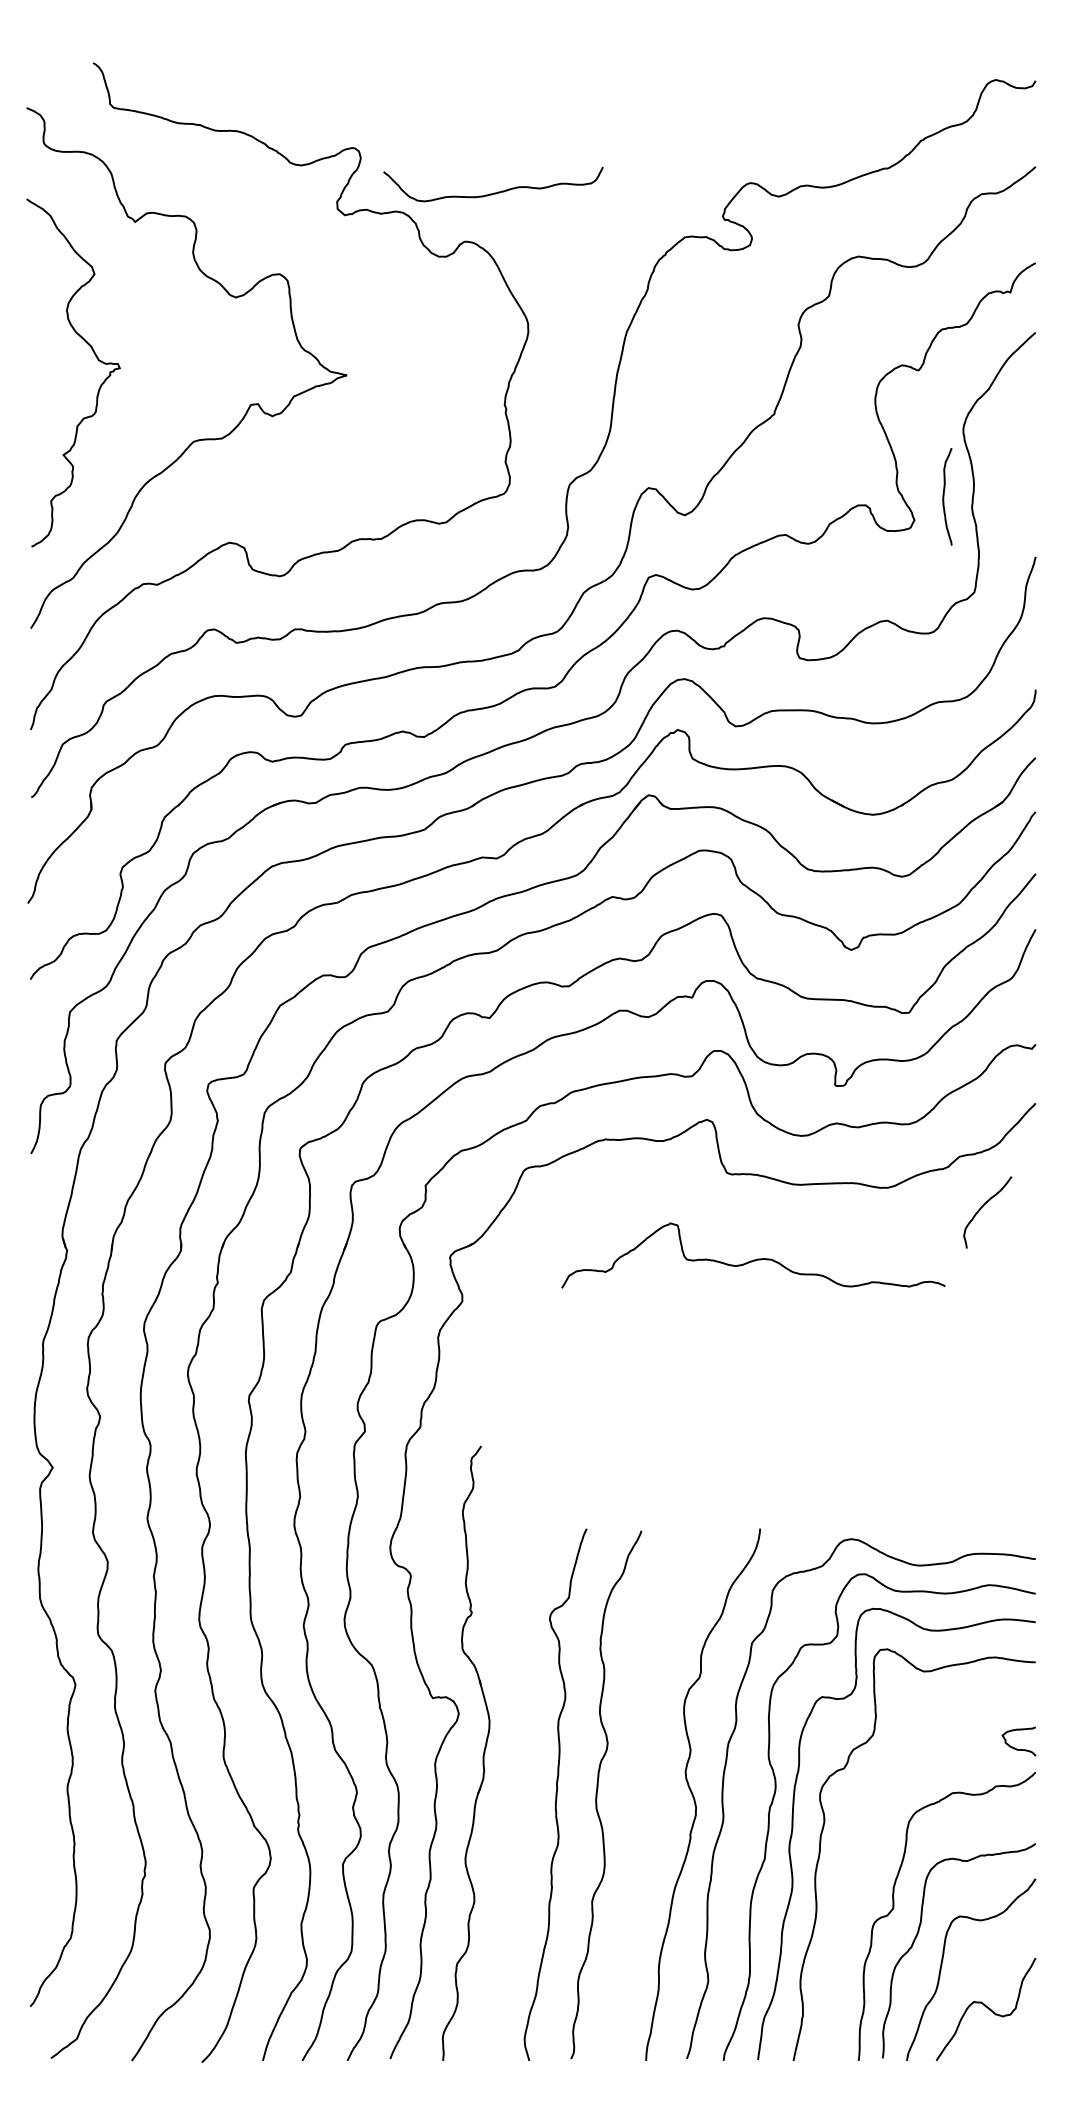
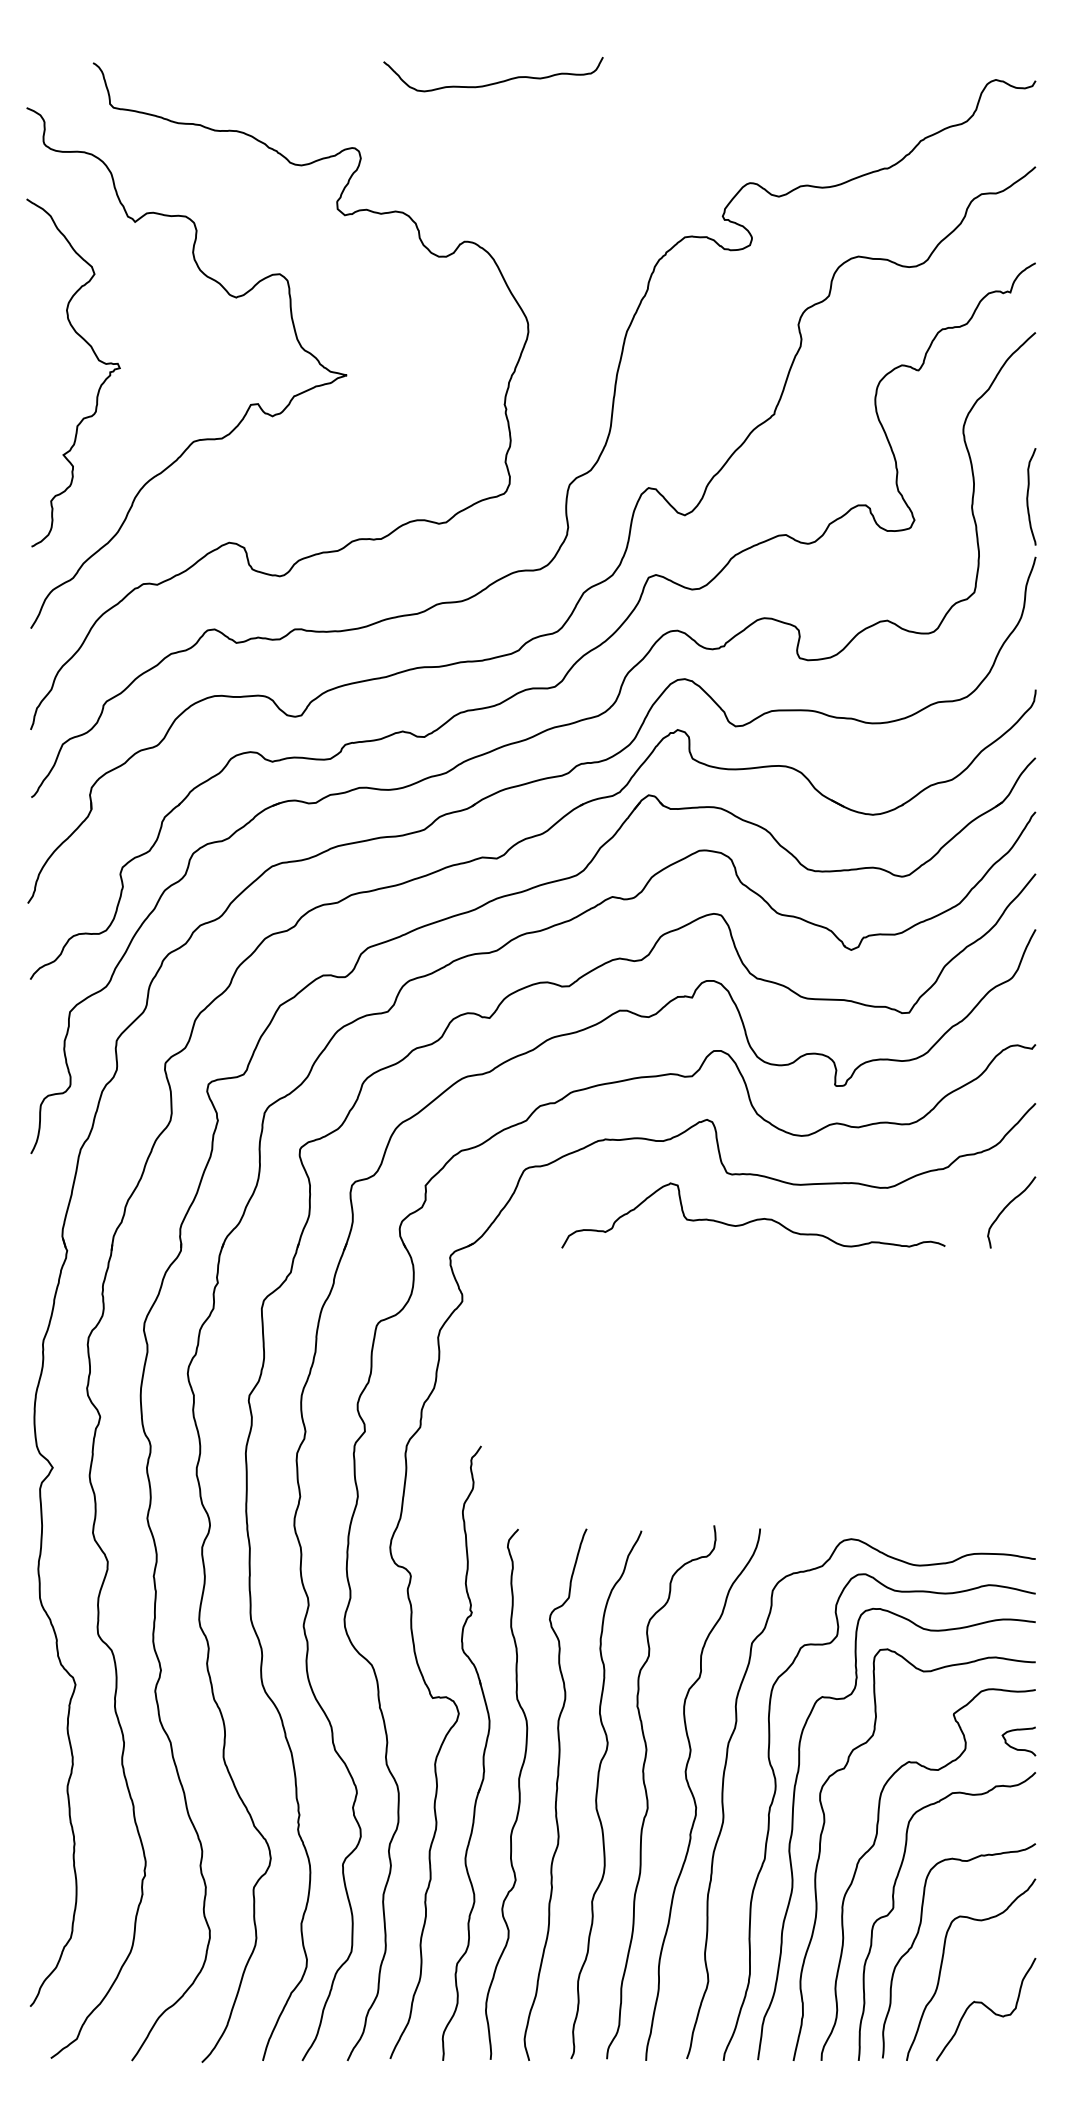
curve at (494, 192) position: (494, 192) -> (494, 82)
curve at (944, 496) position: (944, 496) -> (1028, 496)
curve at (982, 1207) position: (982, 1207) -> (1006, 1207)
curve at (753, 1259) position: (753, 1259) -> (753, 1219)
curve at (647, 1792): none -> present
curve at (518, 1793): none -> present
curve at (874, 1845): none -> present
